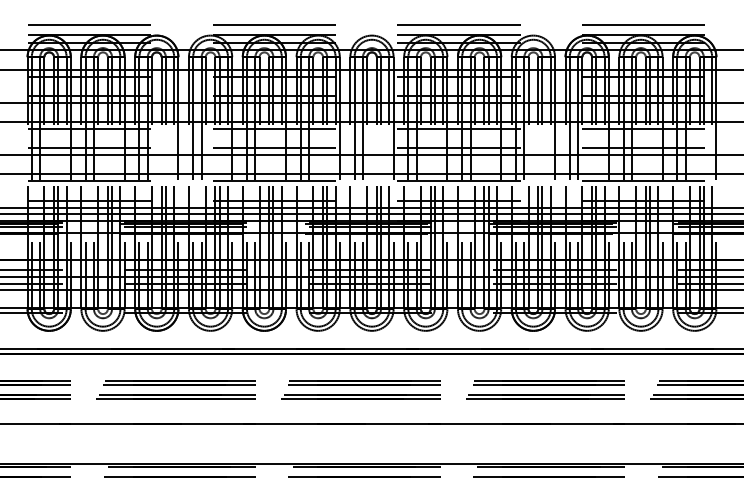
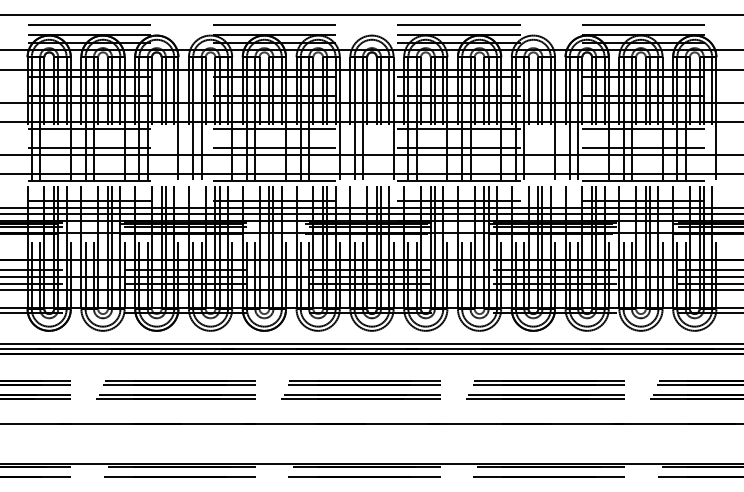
line at (371, 14): none -> present
line at (371, 343): none -> present
